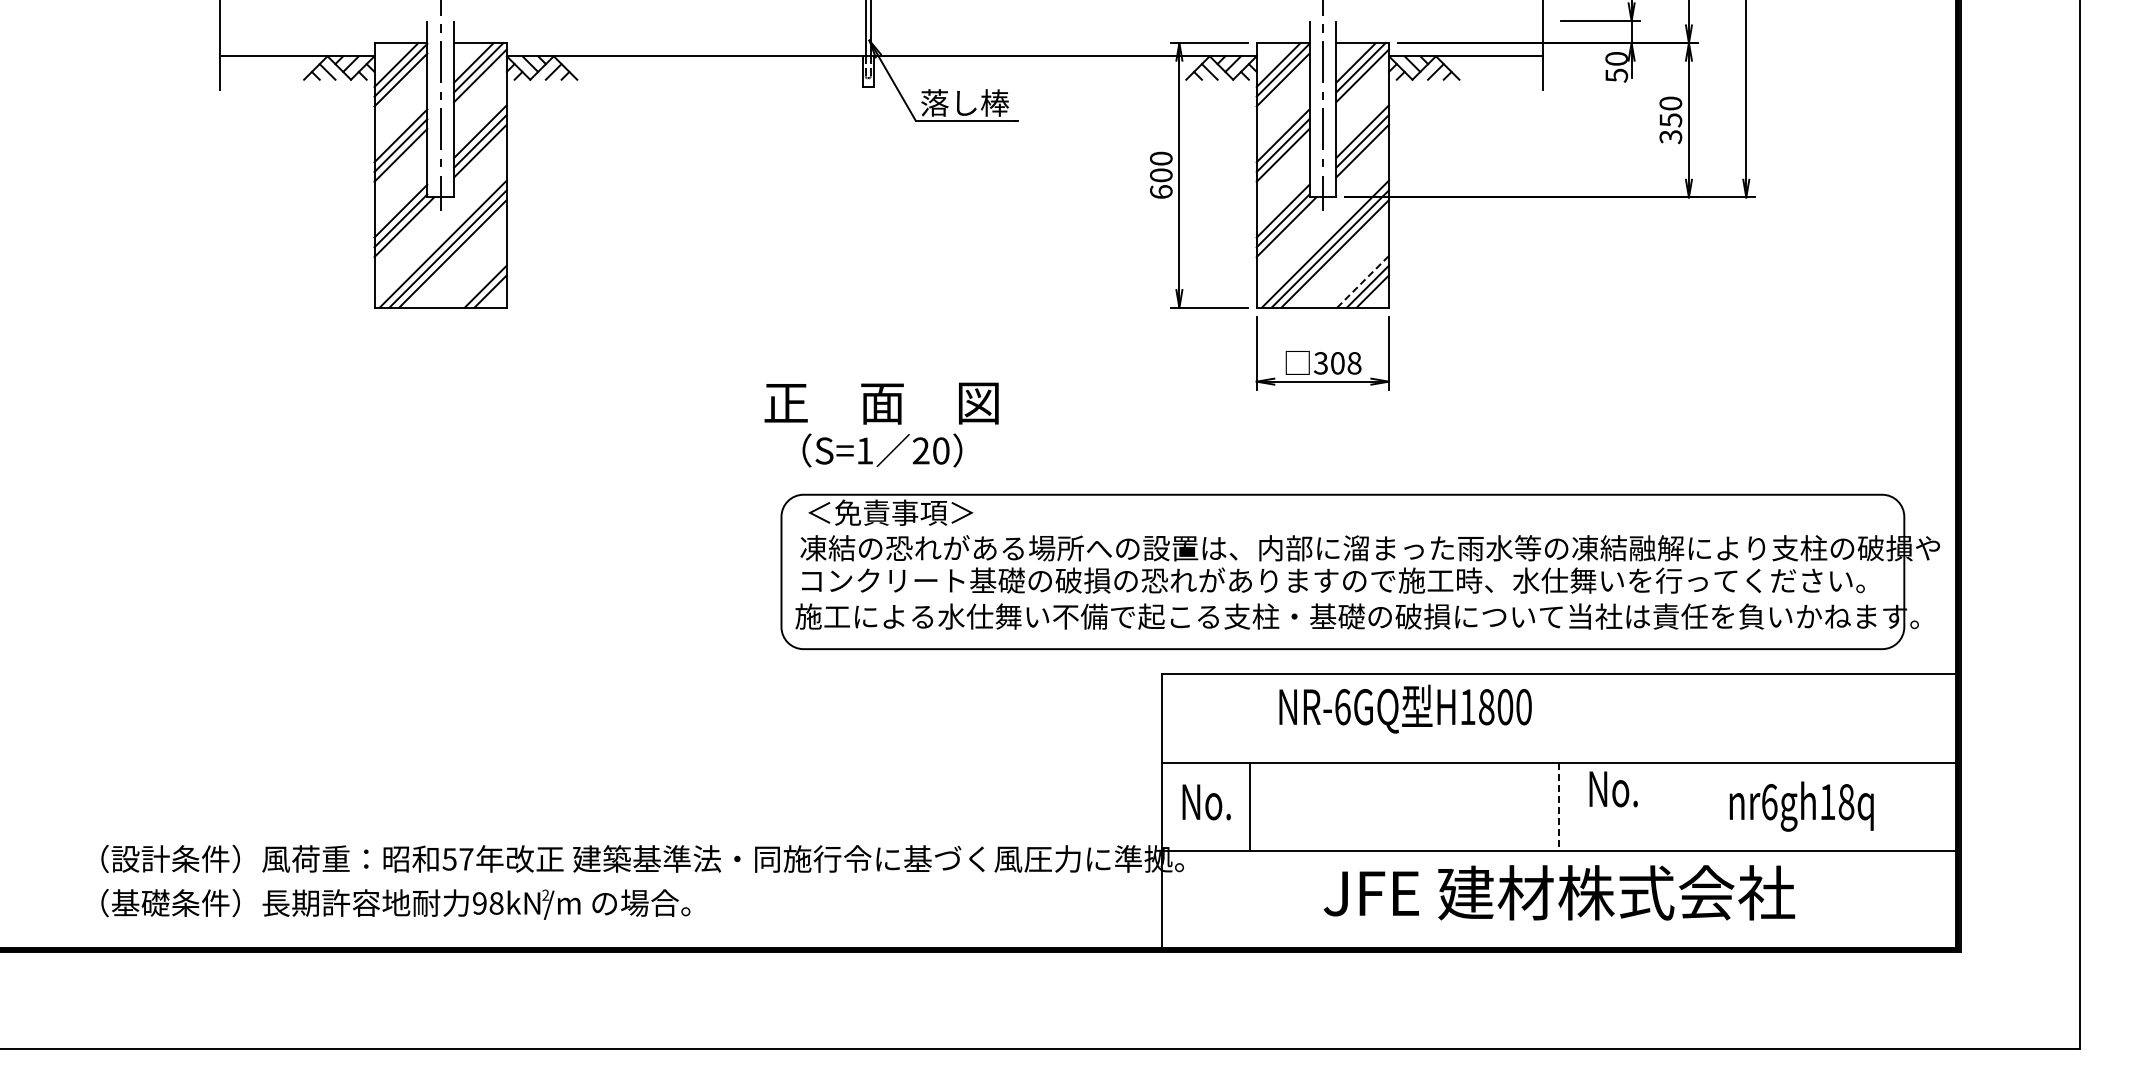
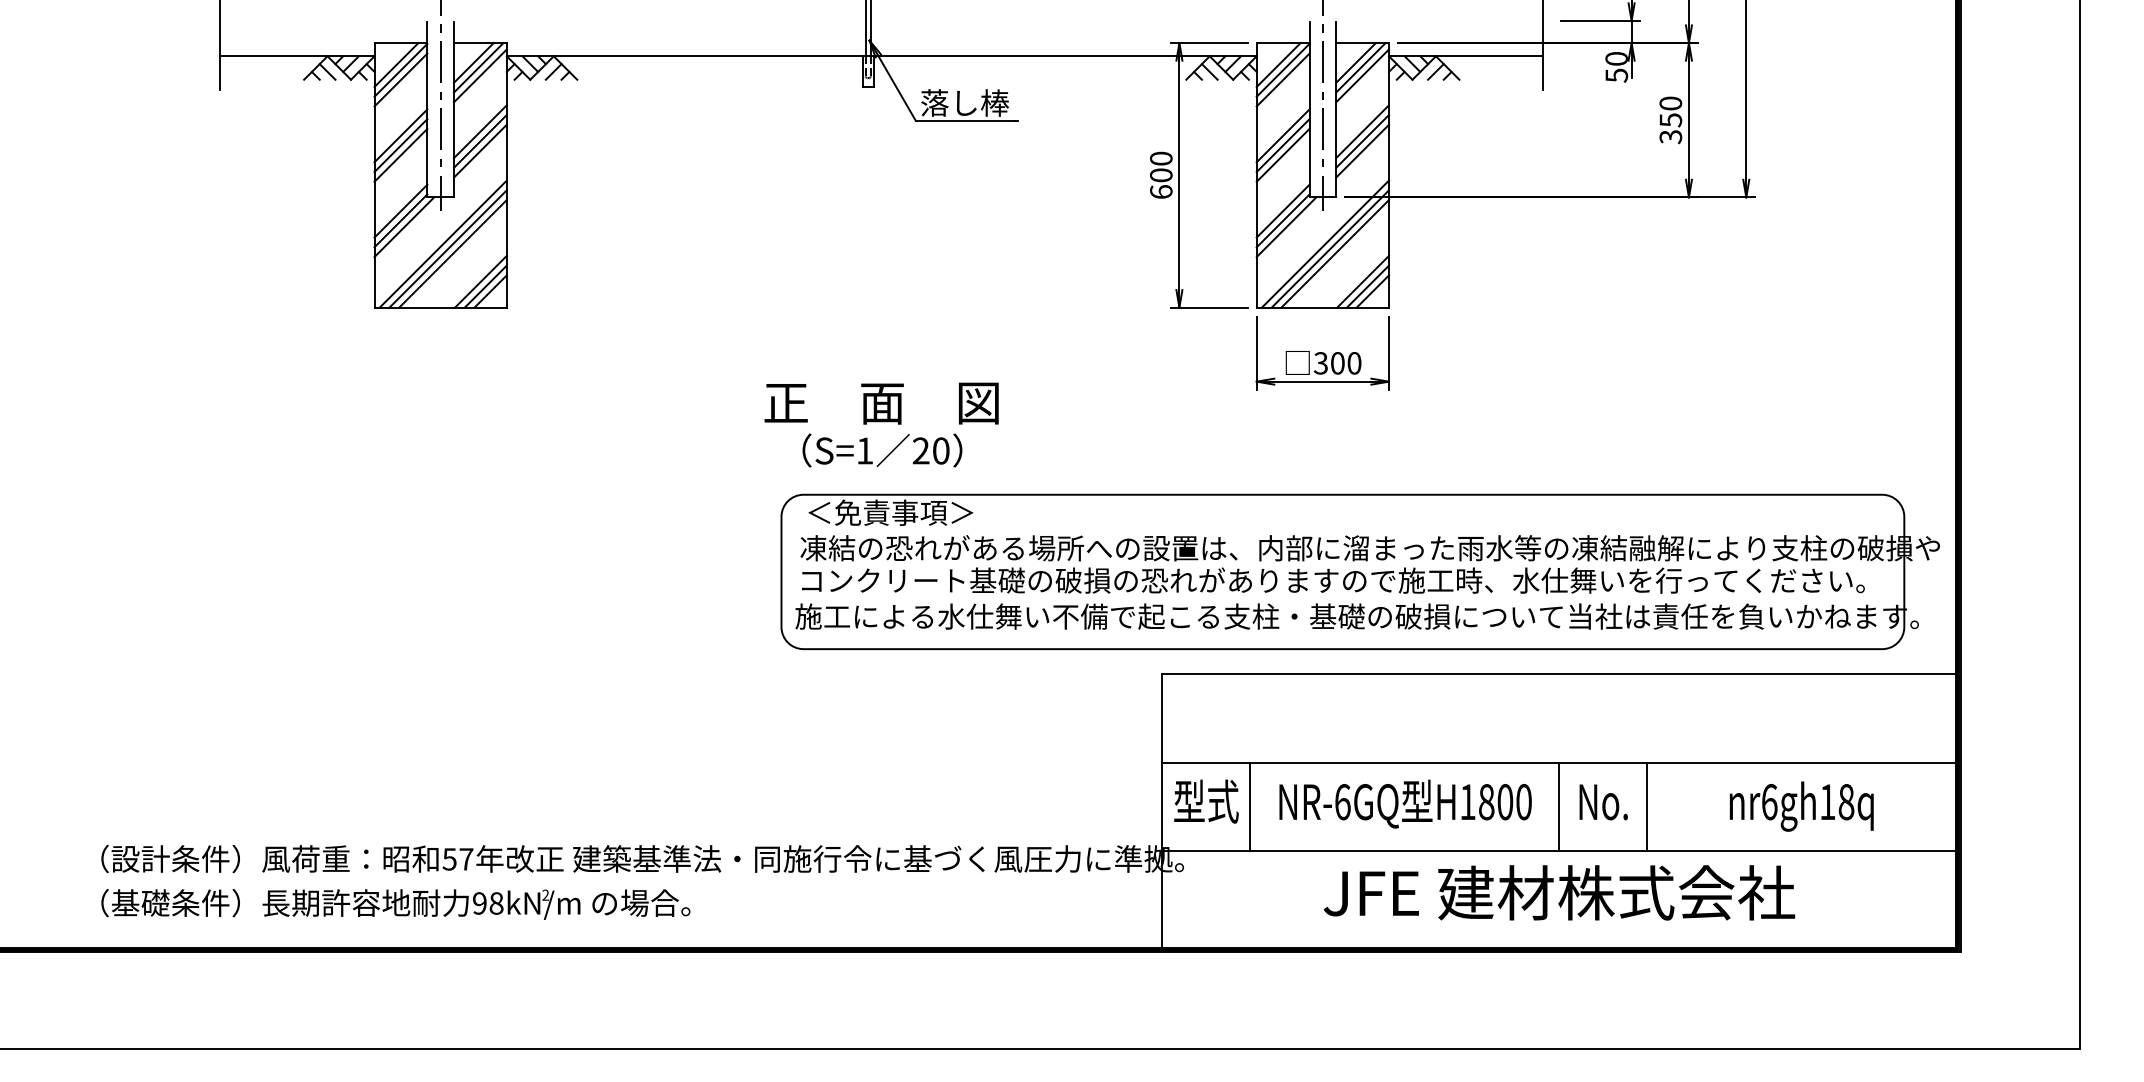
line at (480, 281): none -> present
line at (1363, 281): dashed -> solid
text at (1354, 363): 308 -> 300
text at (1405, 708) position: (1405, 708) -> (1405, 803)
text at (1613, 789) position: (1613, 789) -> (1603, 802)
text at (1206, 801): No. -> 型式
line at (1647, 806): none -> present
line at (1559, 807): dashed -> solid
